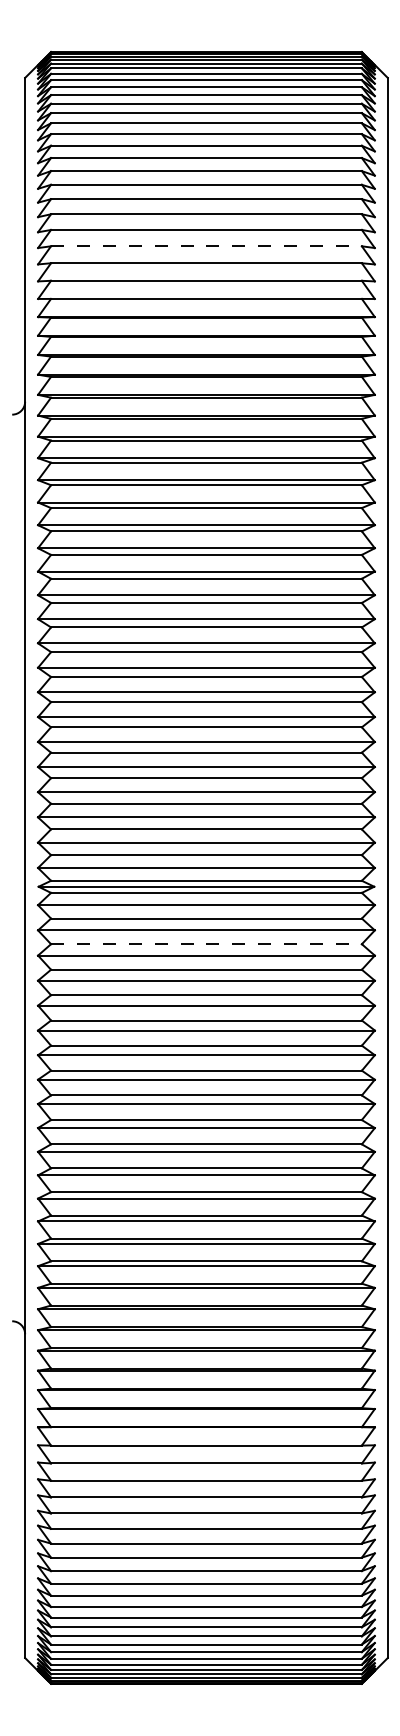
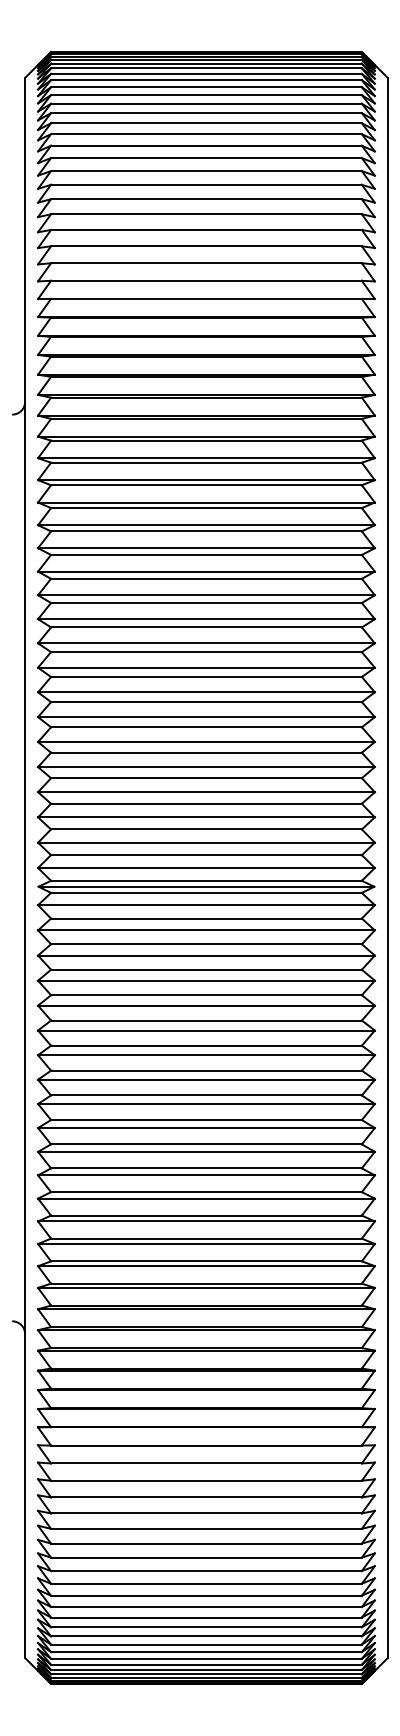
line at (206, 246): dashed -> solid
line at (206, 944): dashed -> solid
